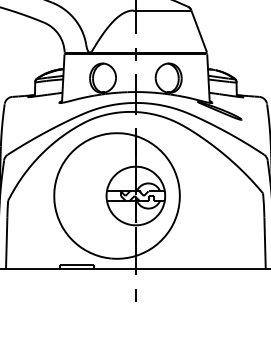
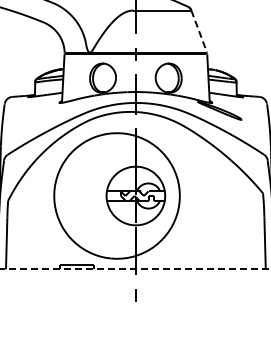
line at (199, 32): solid -> dashed
line at (135, 269): solid -> dashed
